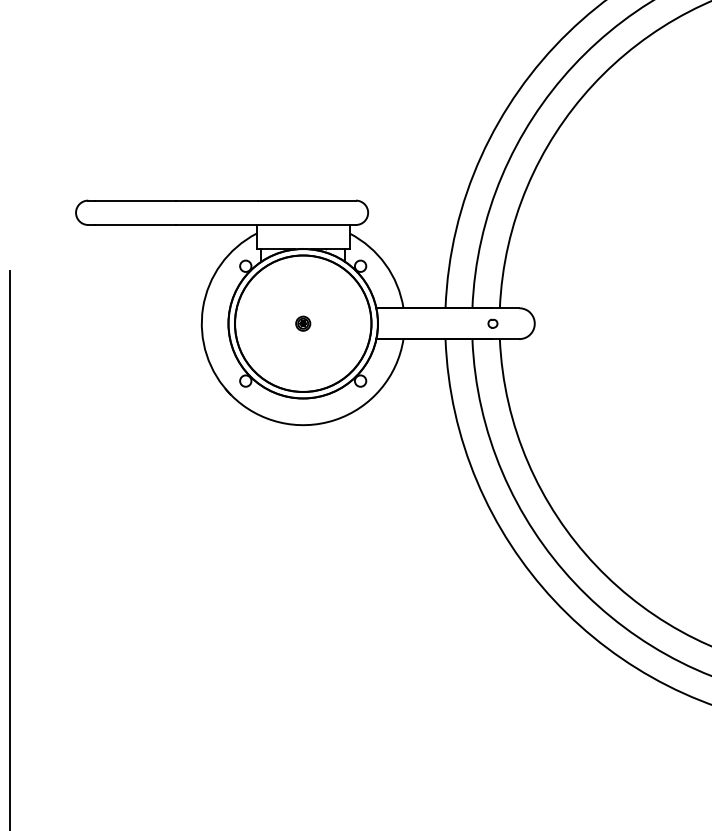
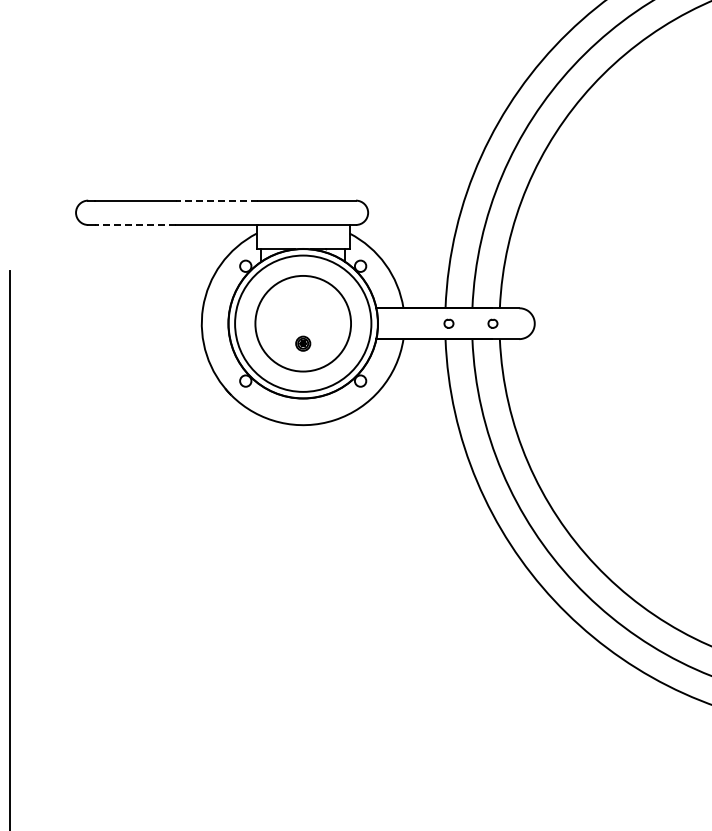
line at (216, 200): solid -> dashed
line at (135, 224): solid -> dashed
circle at (302, 323) diameter: 137 px -> 96 px
part at (303, 323) position: (303, 323) -> (303, 343)
part at (448, 323): none -> present
